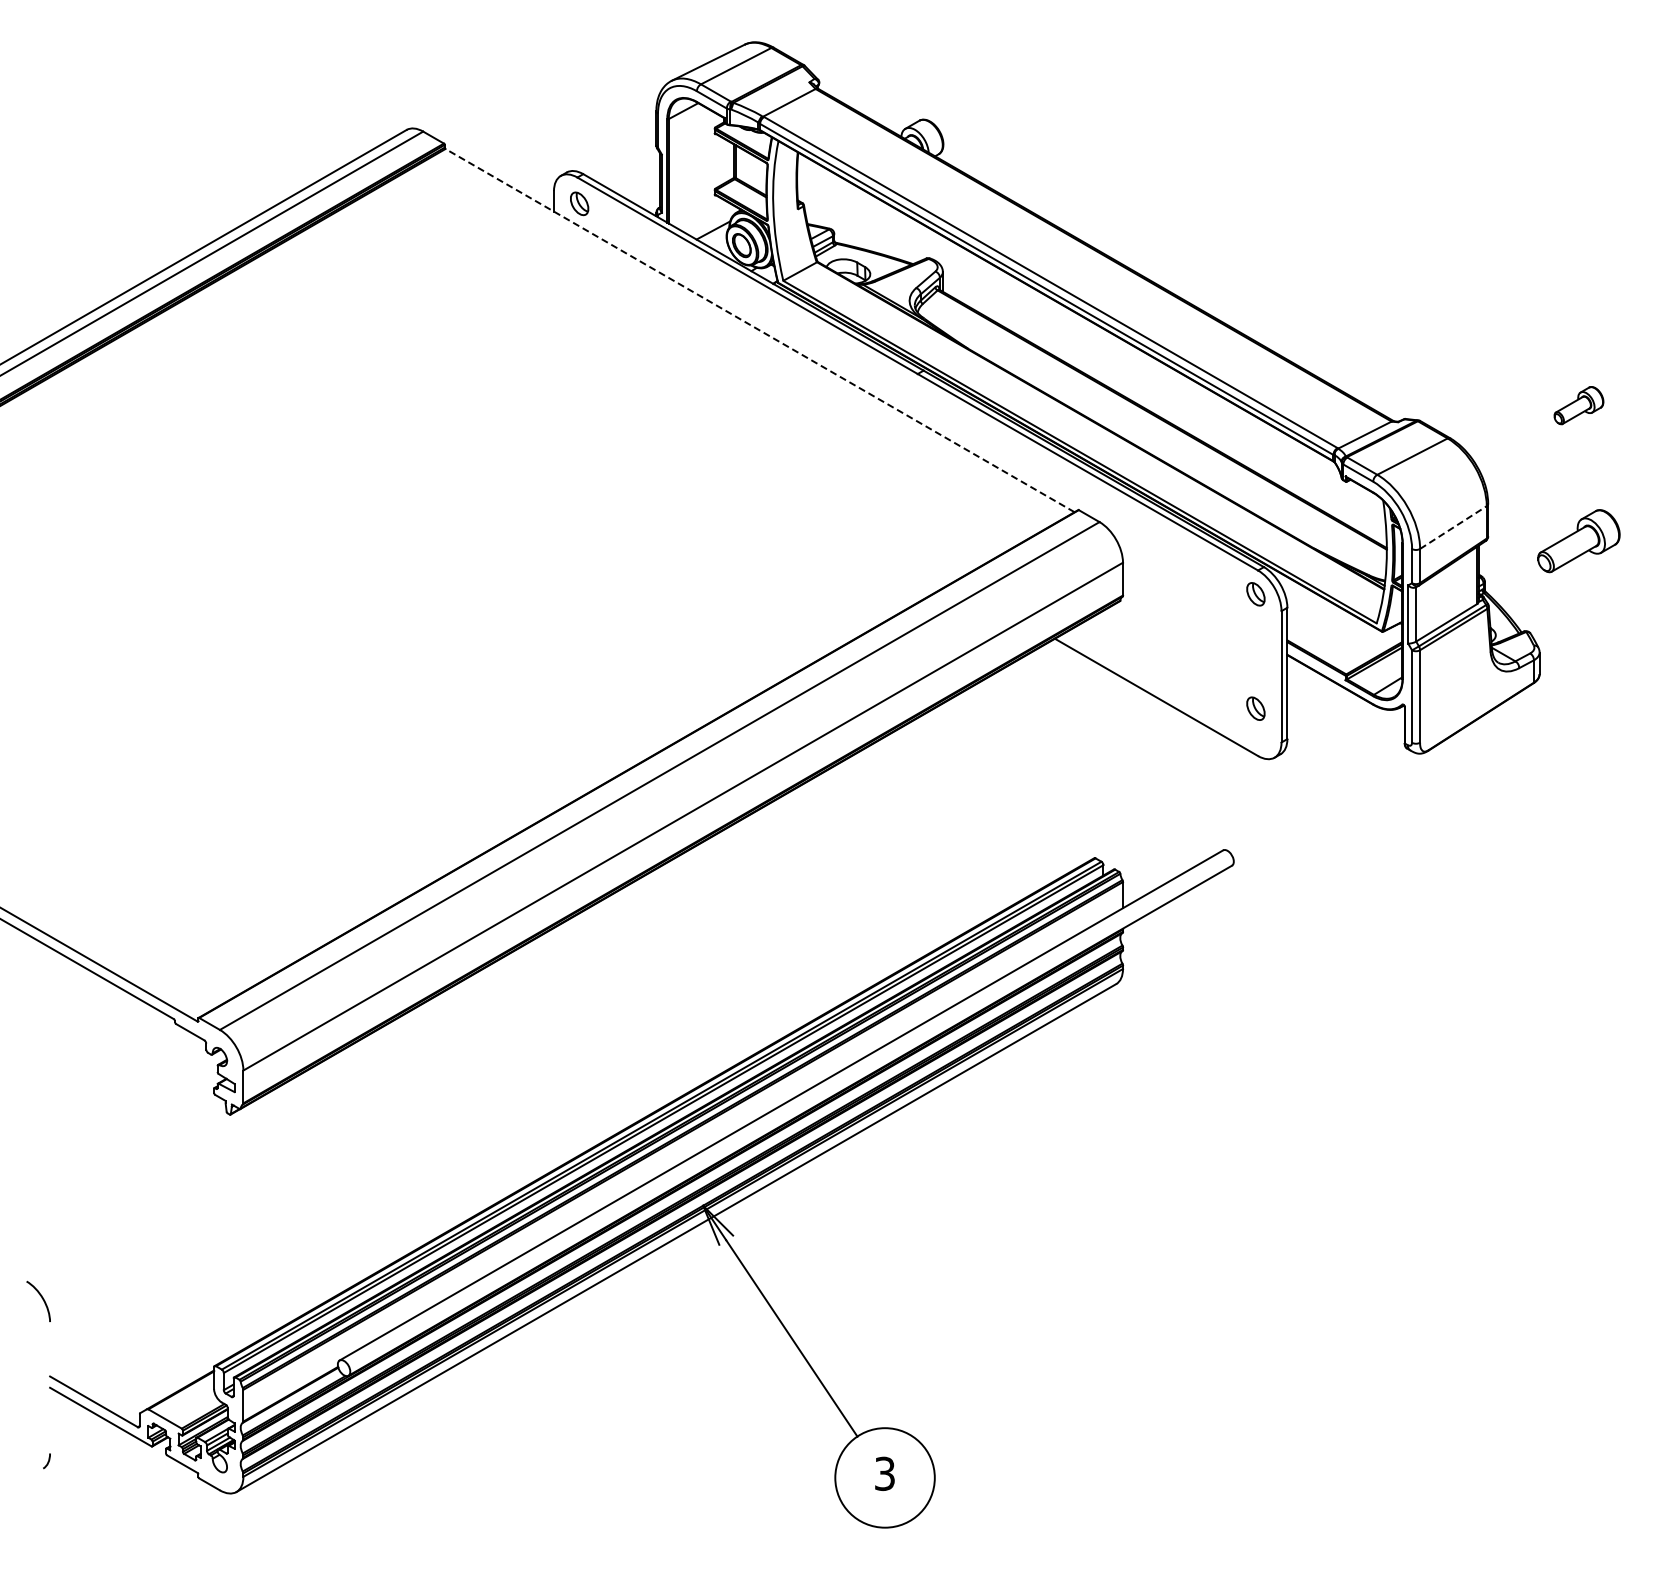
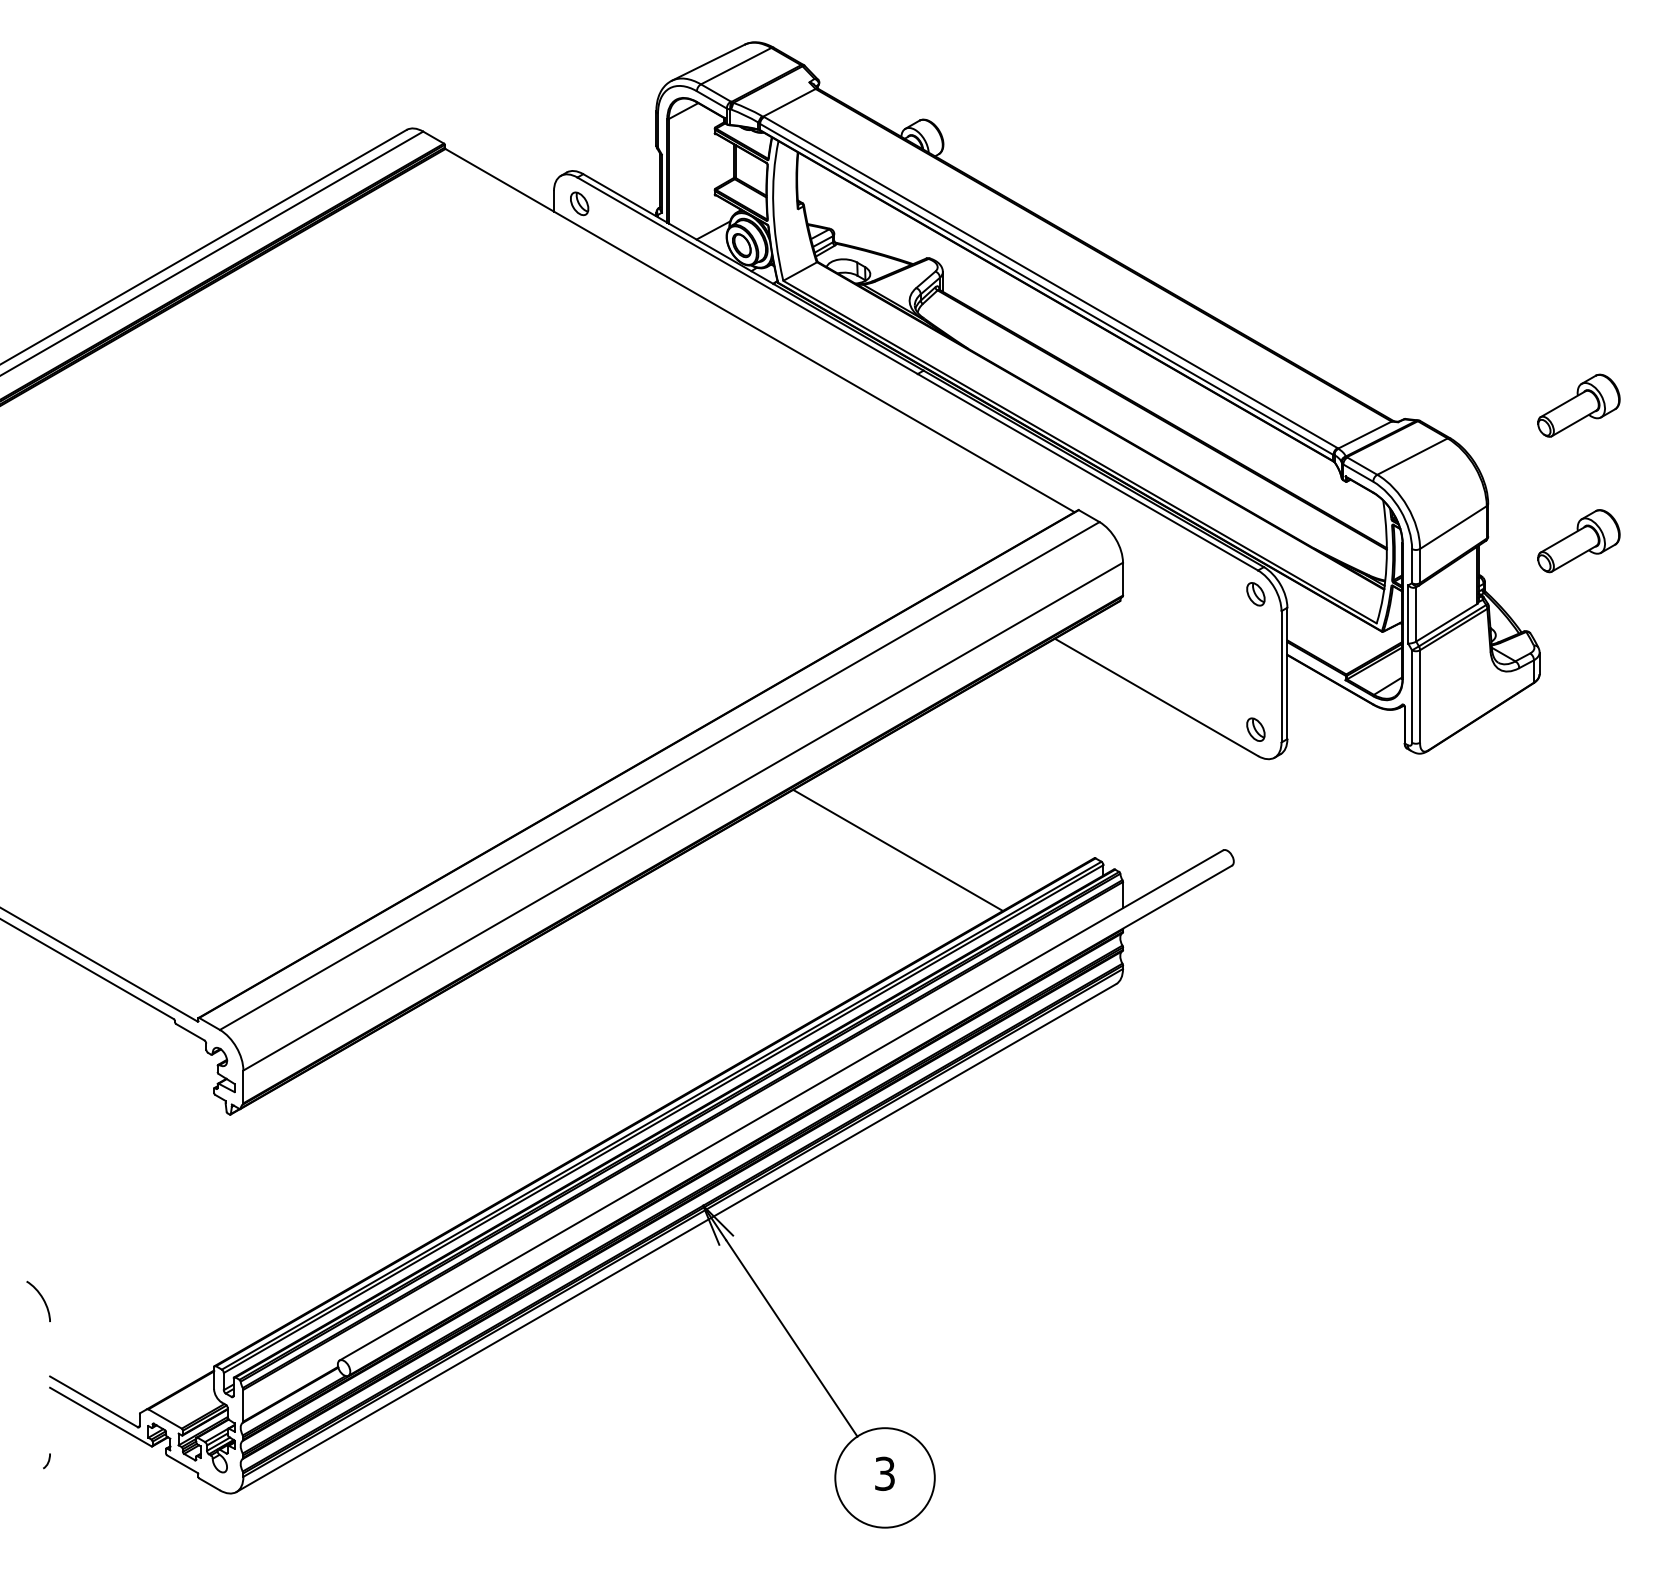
line at (759, 330): dashed -> solid
part at (1578, 405) size: 52x40 px -> 84x65 px
line at (1453, 527): dashed -> solid
part at (1255, 708) position: (1255, 708) -> (1255, 729)
line at (897, 849): none -> present
